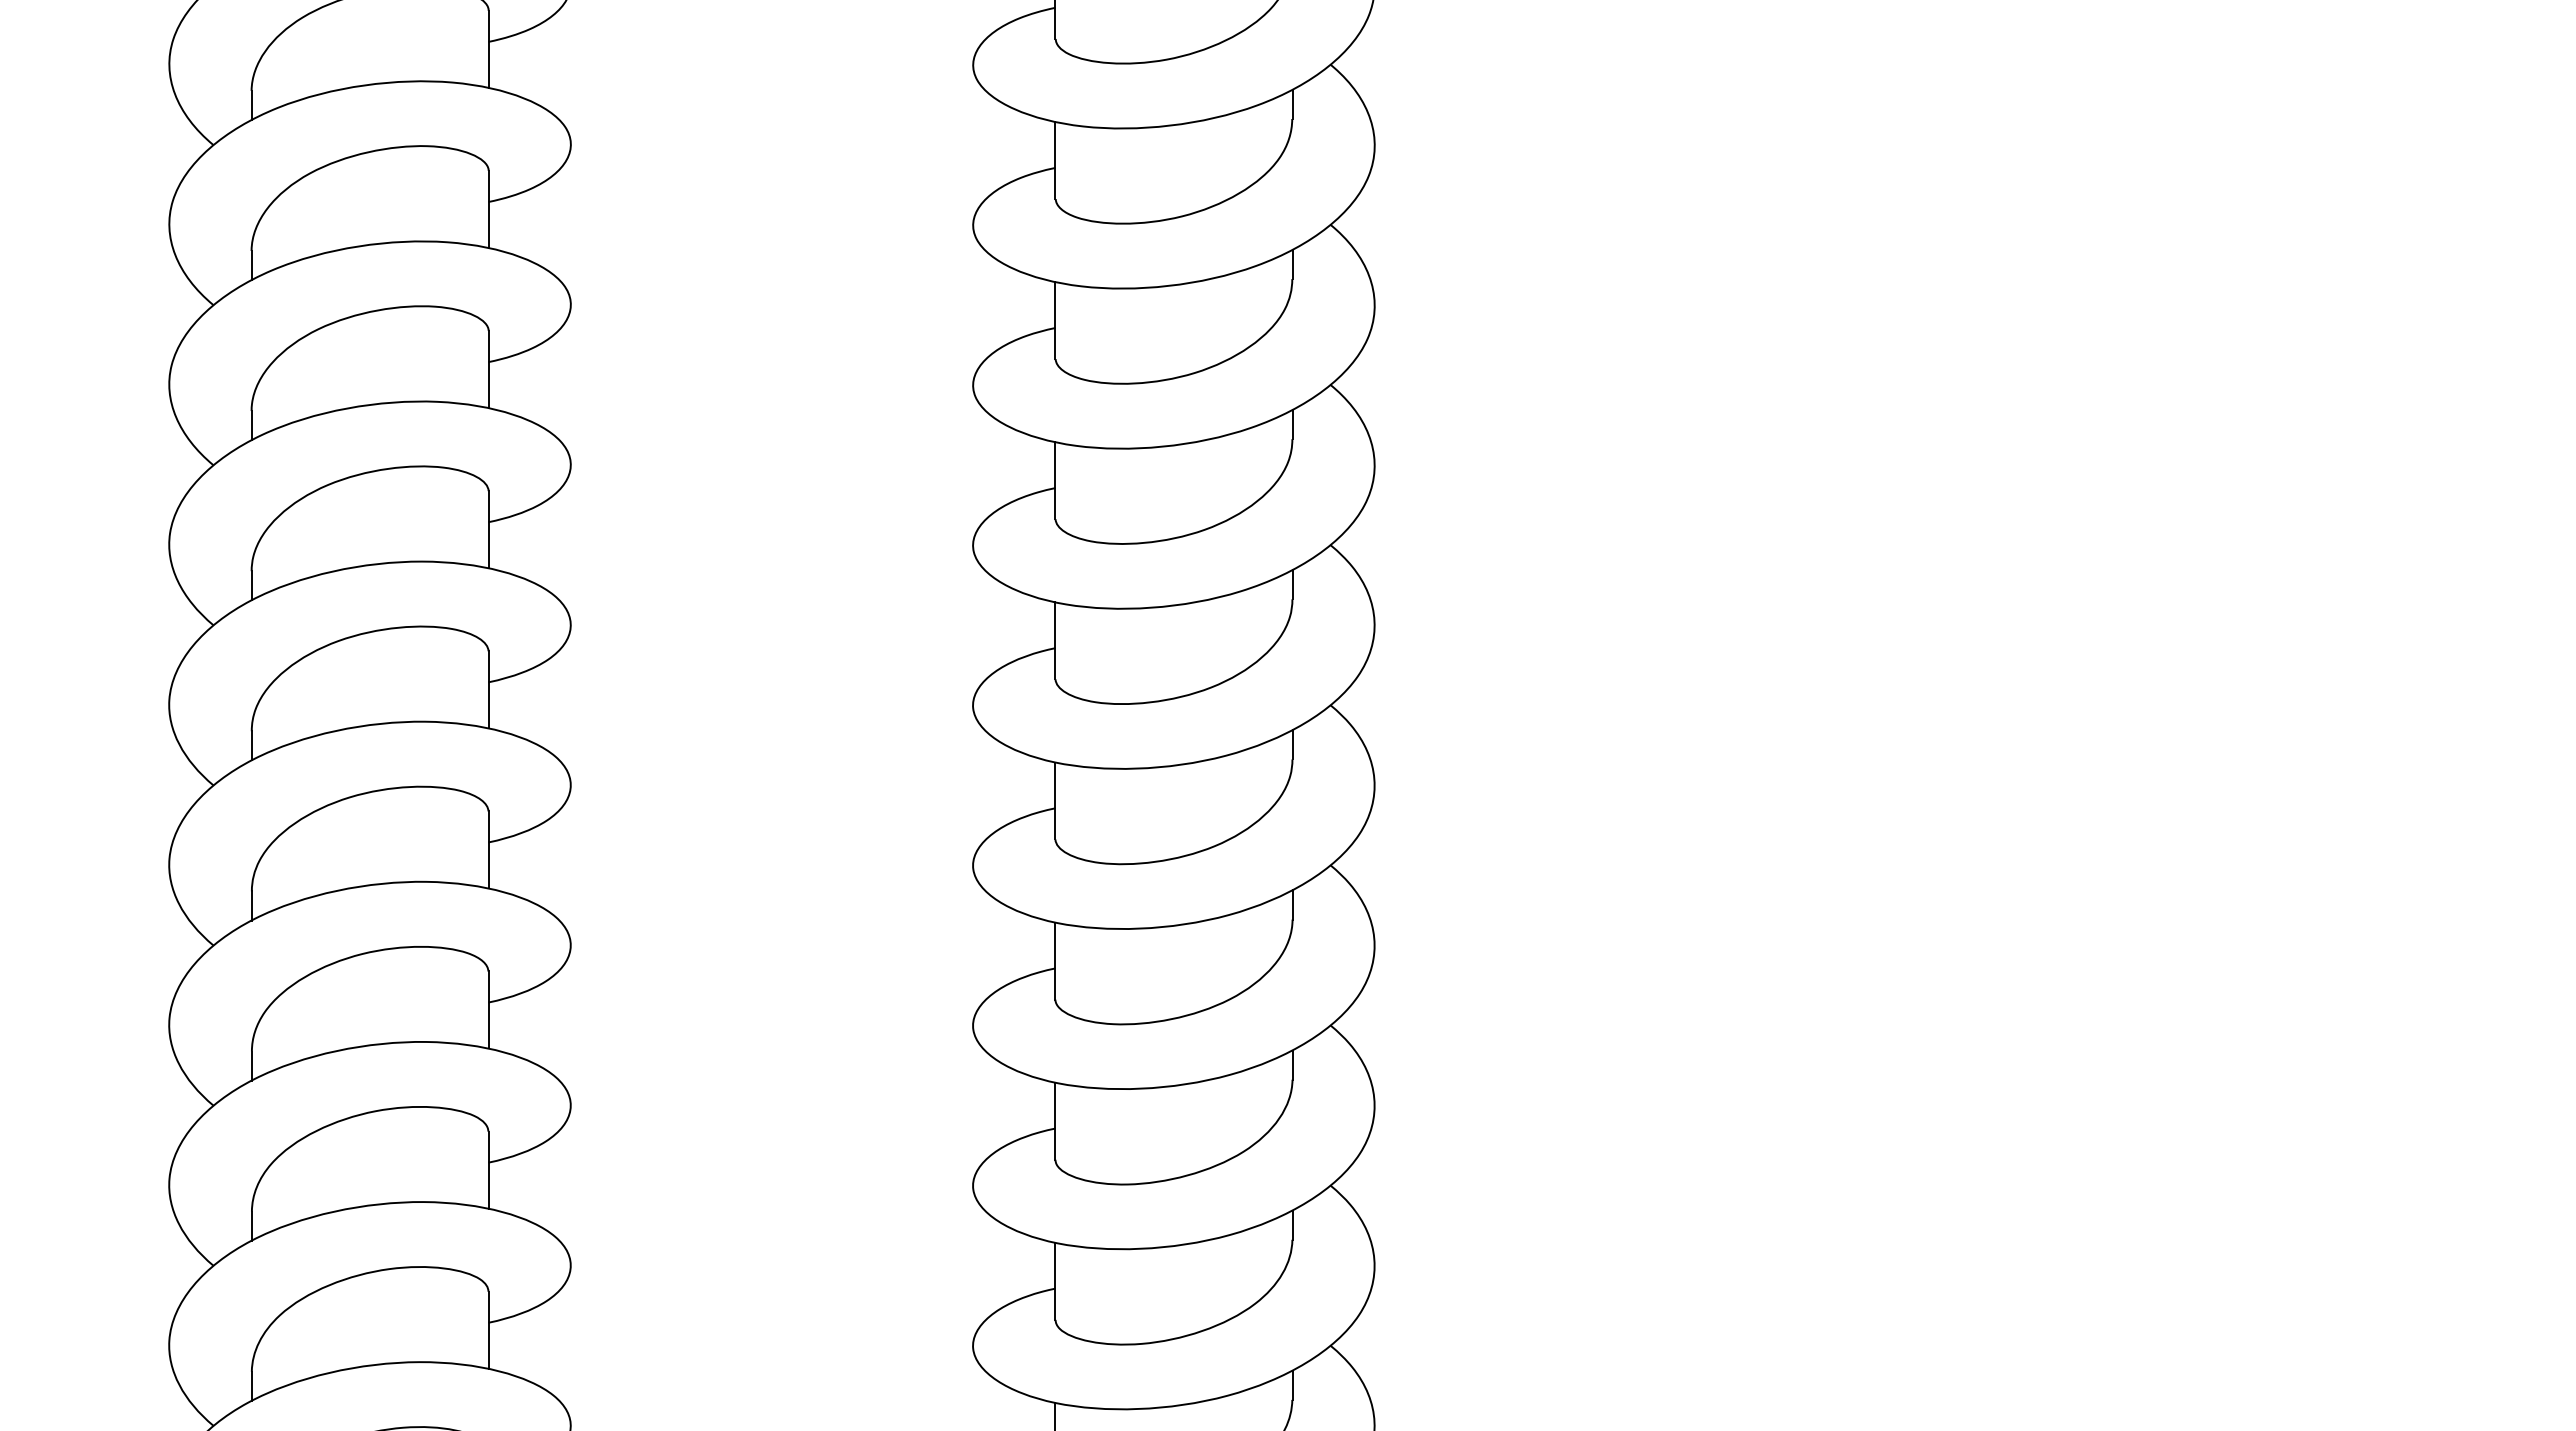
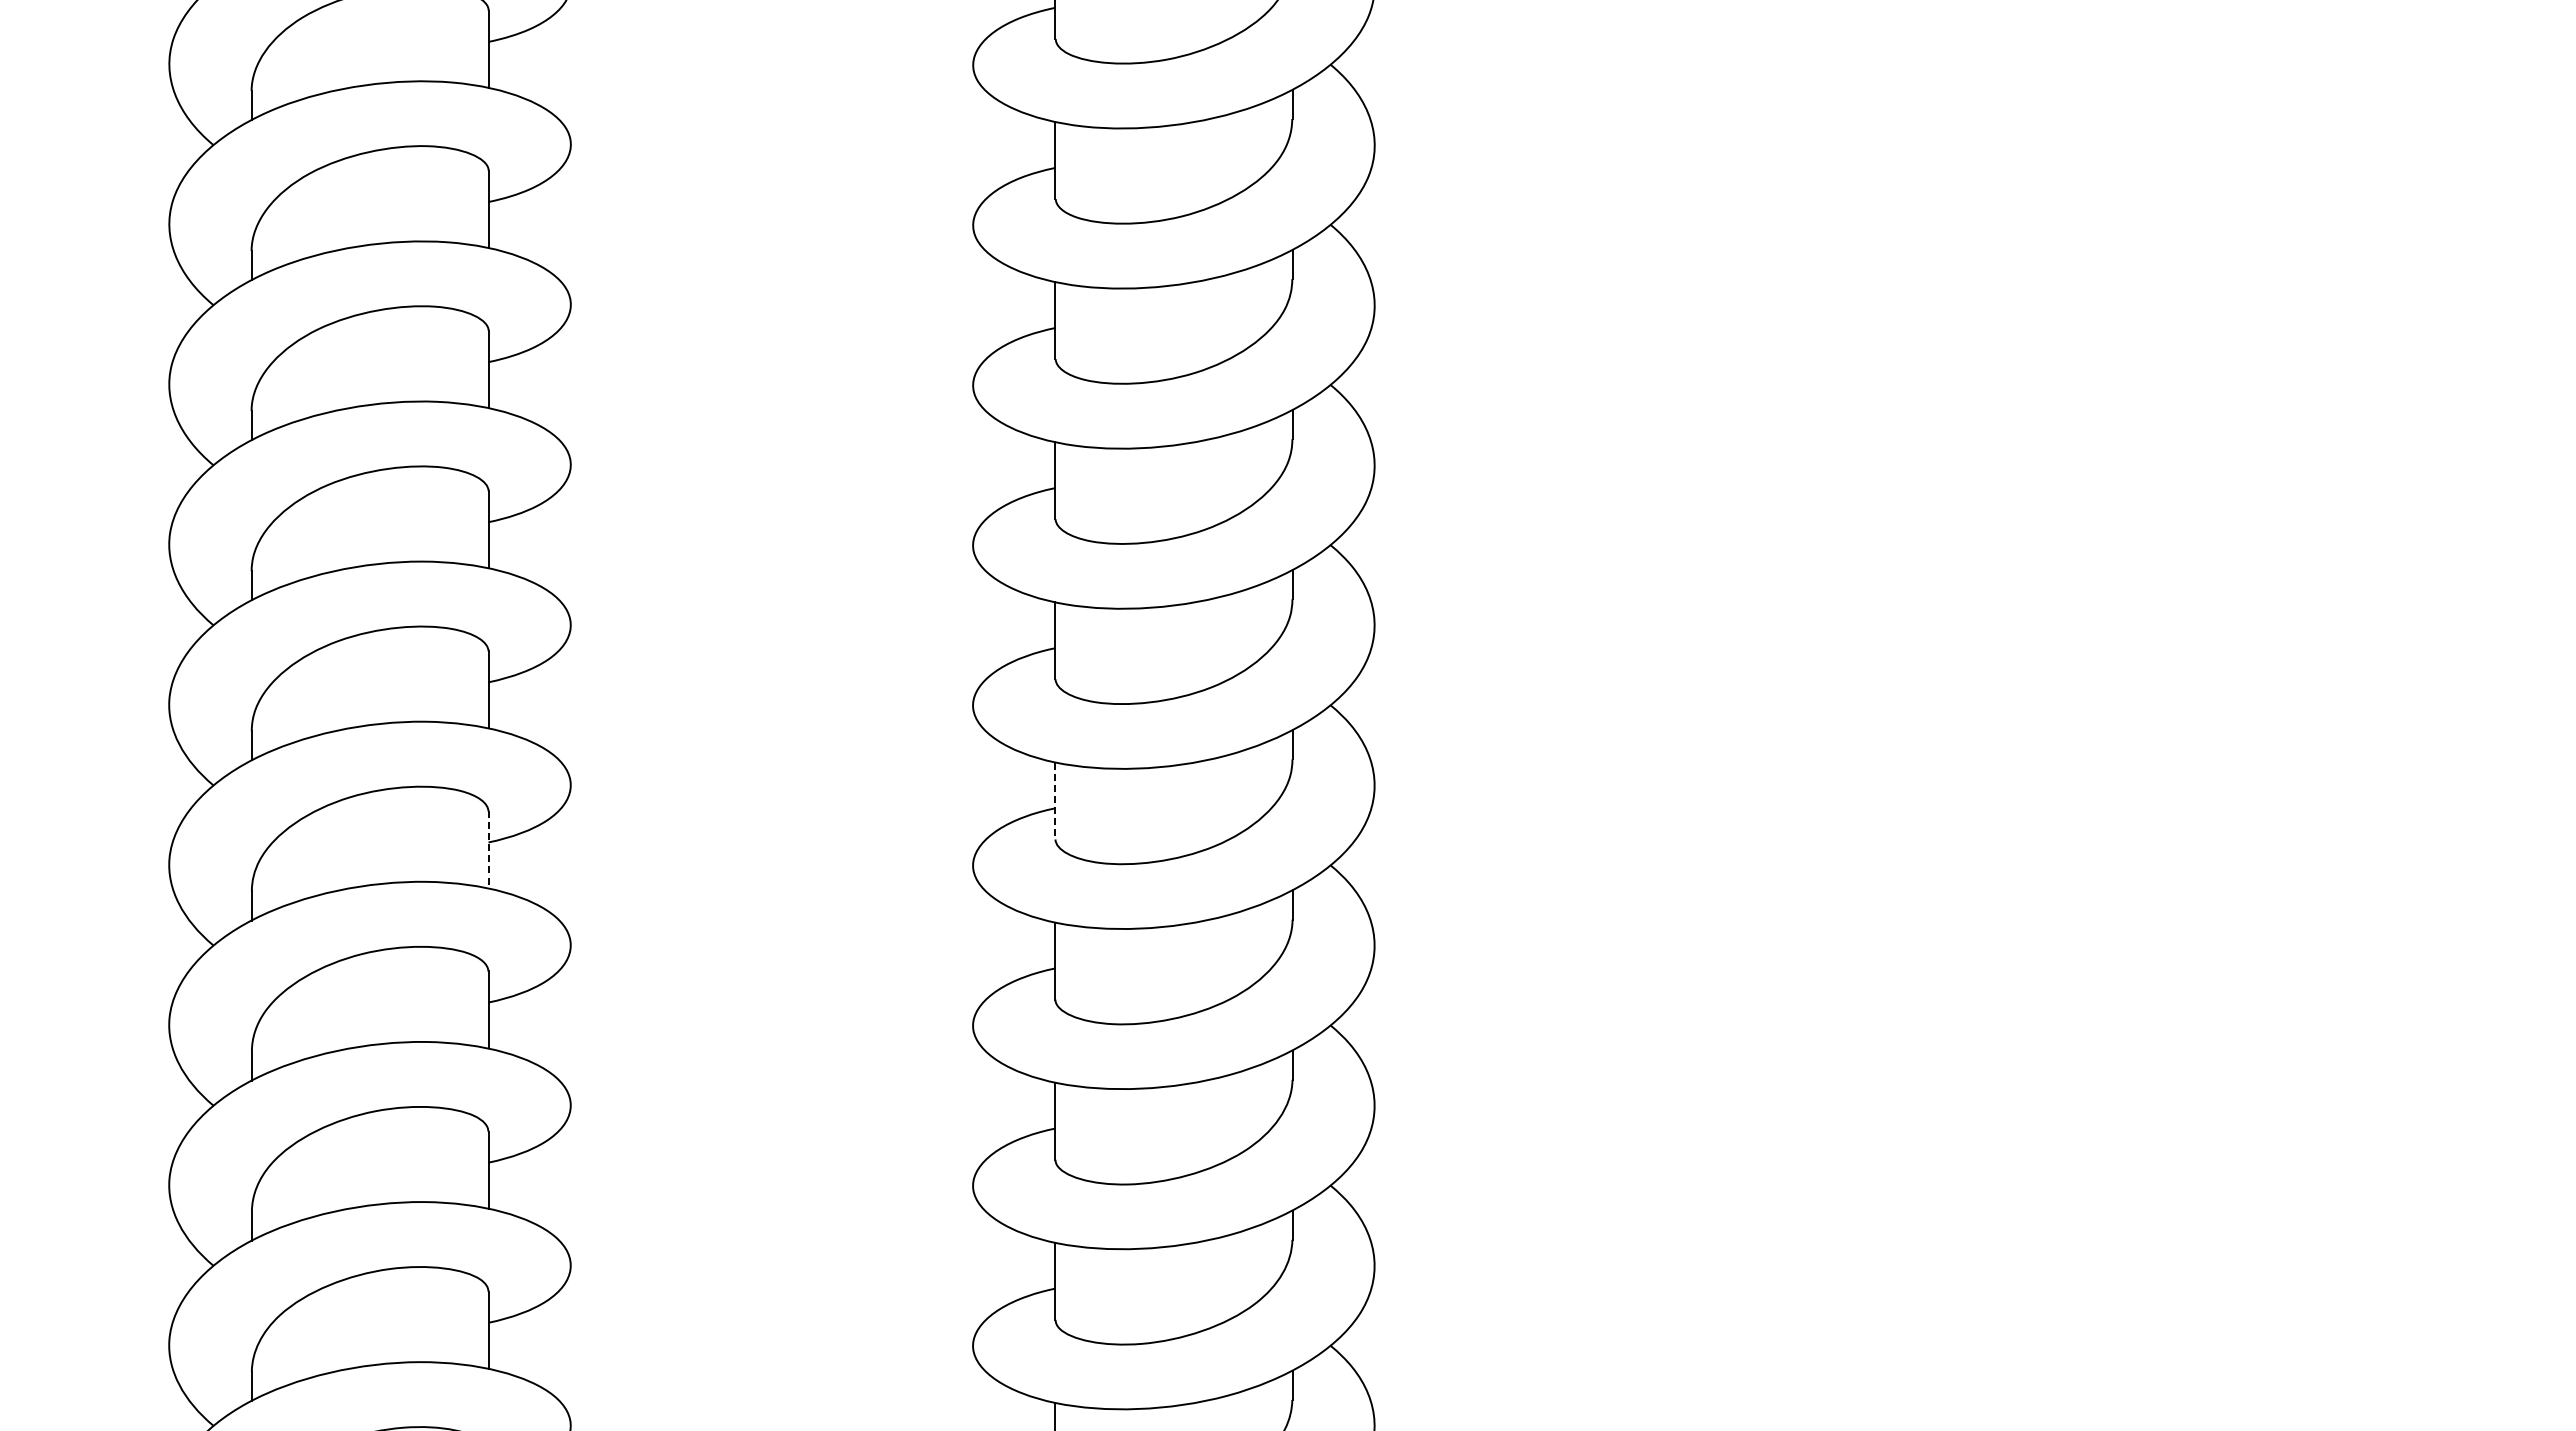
line at (1055, 801): solid -> dashed
line at (488, 850): solid -> dashed
